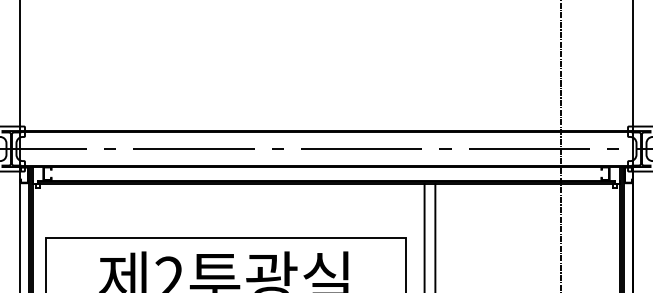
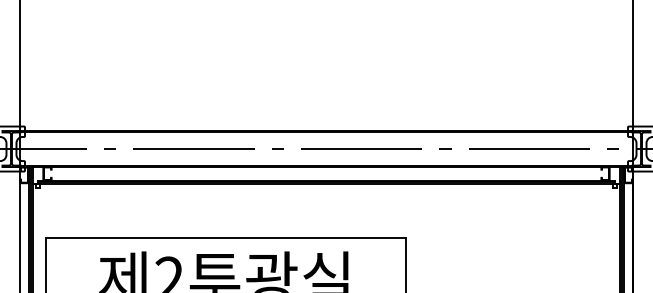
line at (560, 145): present -> none
line at (424, 236): present -> none
line at (435, 236): present -> none
